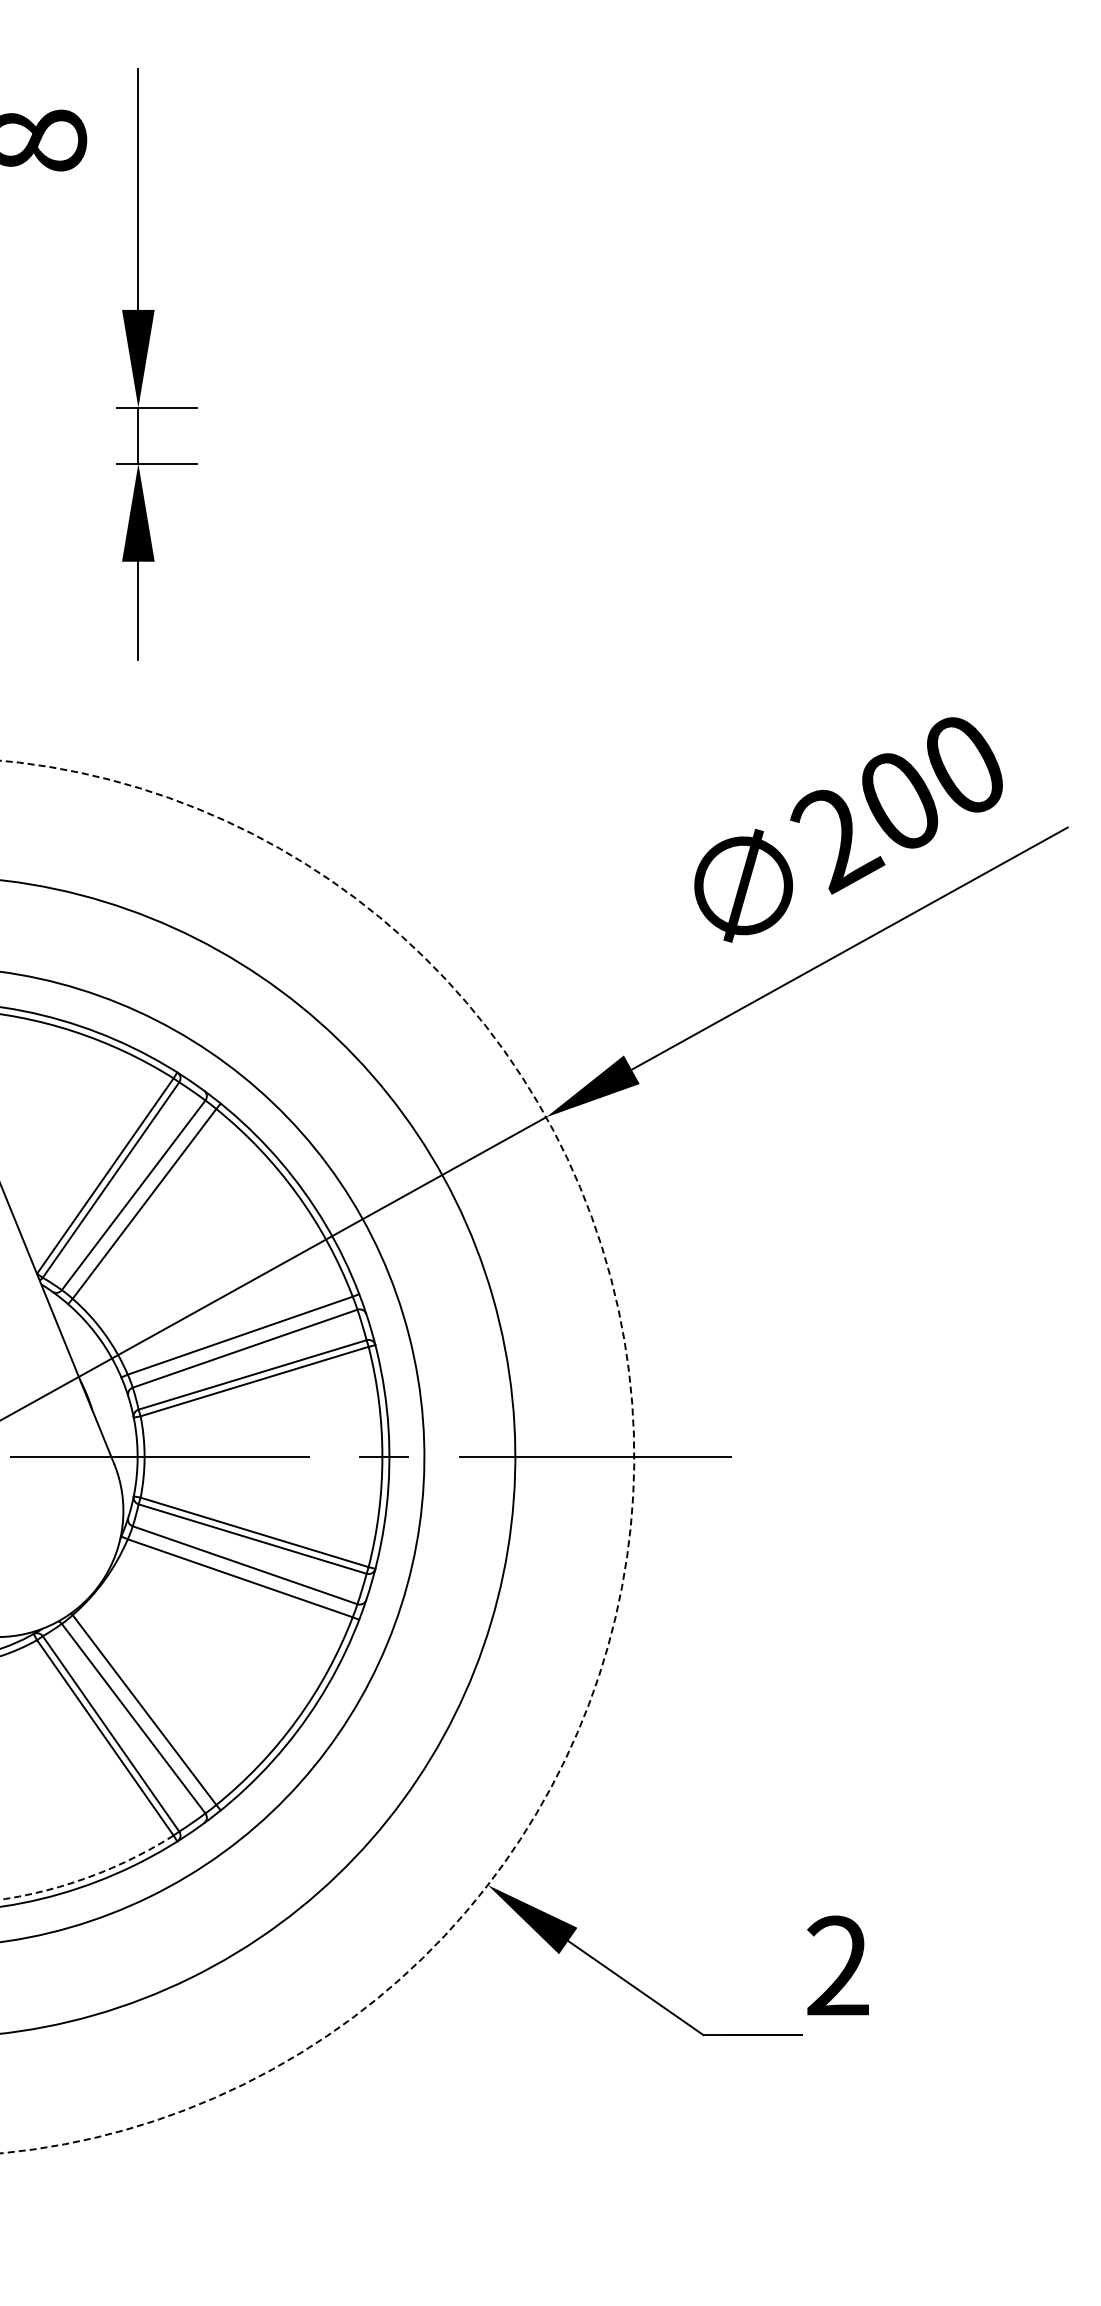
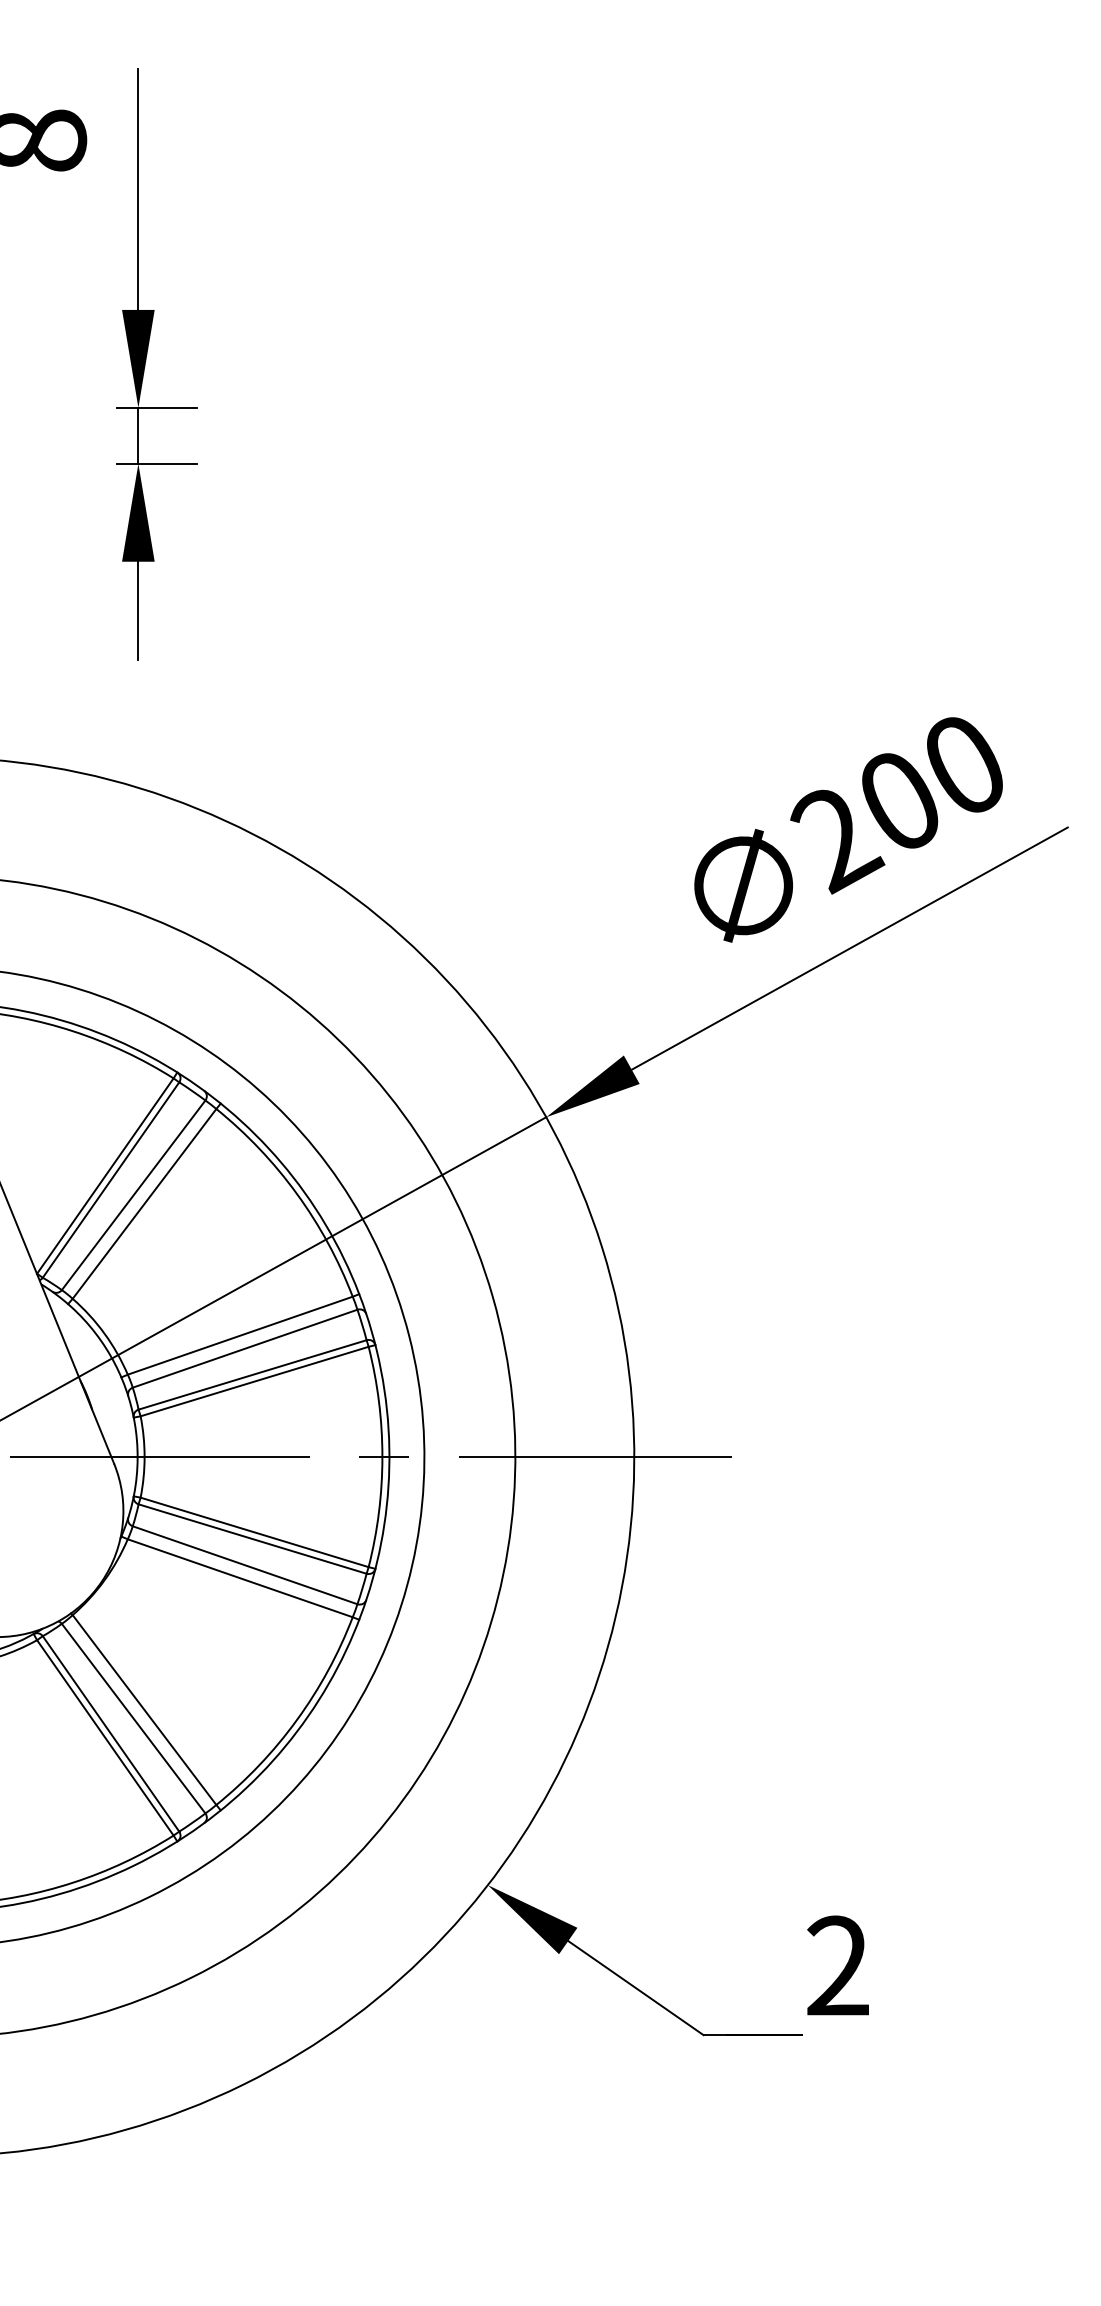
arc at (634, 1457): dashed -> solid
arc at (89, 1876): dashed -> solid
